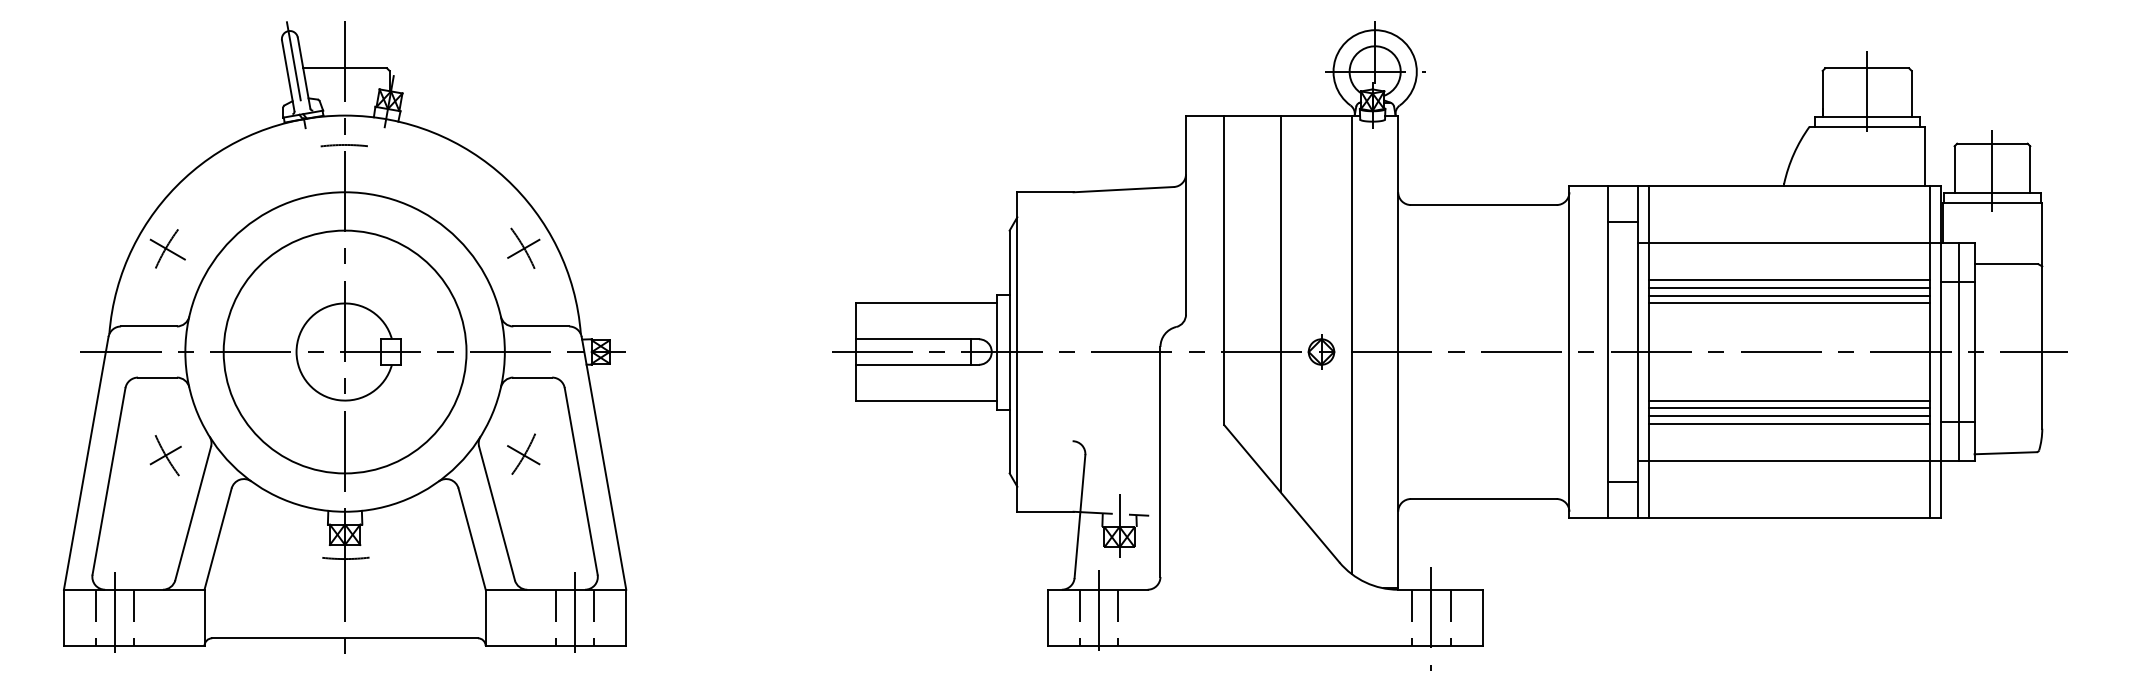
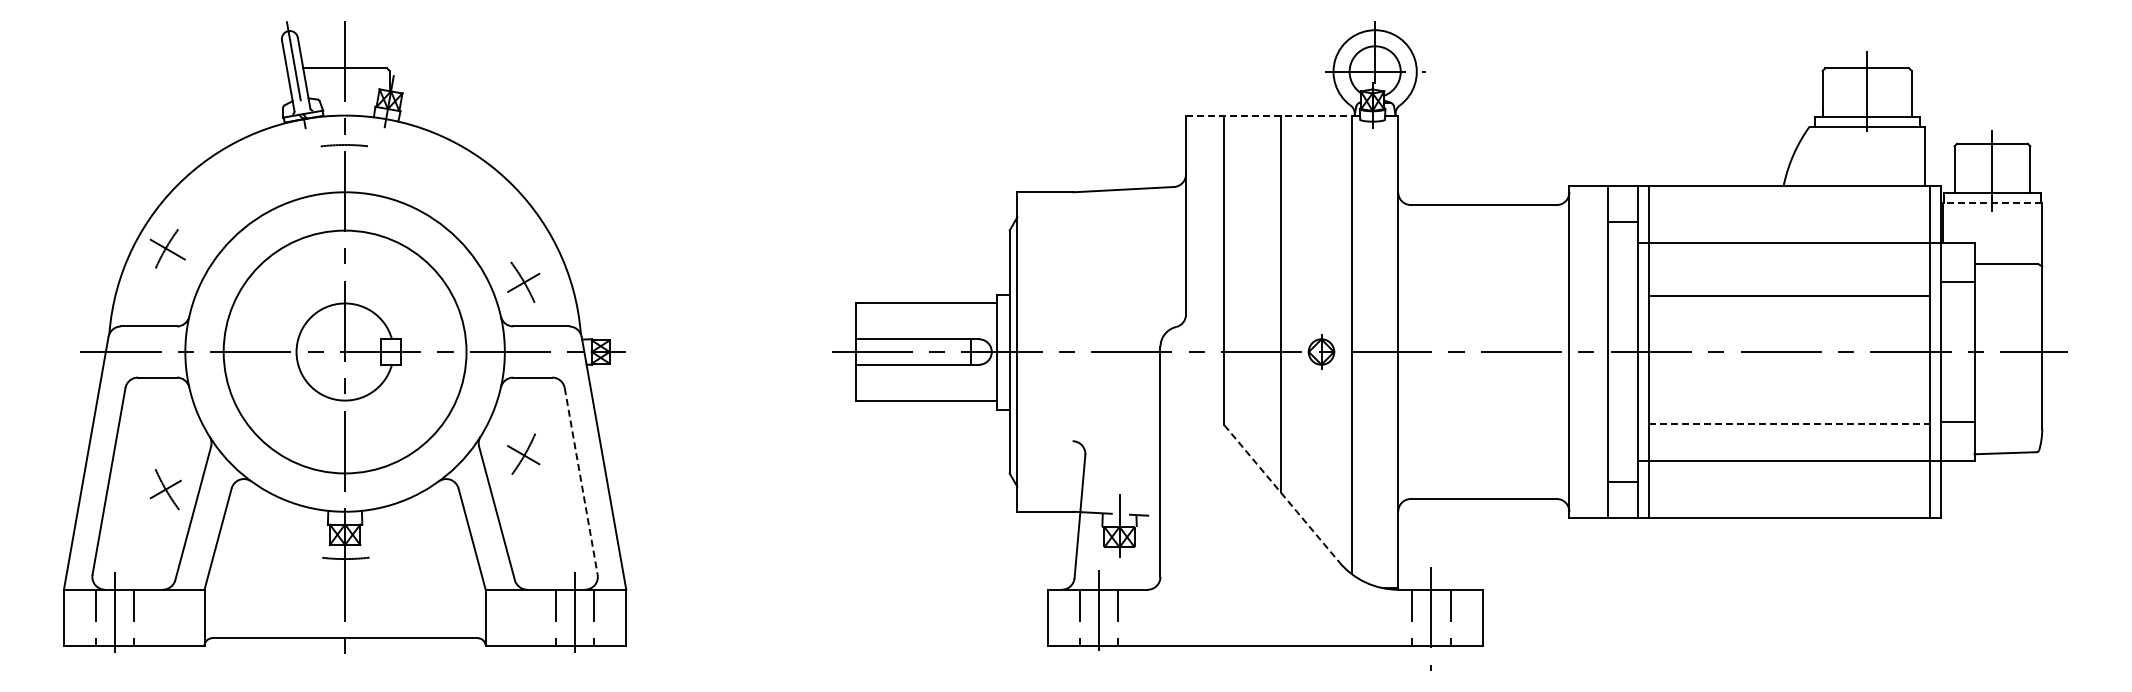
line at (1269, 115): solid -> dashed
line at (1992, 202): solid -> dashed
part at (523, 247) position: (523, 247) -> (523, 281)
line at (1788, 280): present -> none
line at (1788, 288): present -> none
line at (1788, 303): present -> none
line at (1959, 351): present -> none
line at (1788, 400): present -> none
line at (1788, 408): present -> none
line at (1788, 415): present -> none
line at (1789, 423): solid -> dashed
part at (165, 455) position: (165, 455) -> (165, 489)
line at (581, 481): solid -> dashed
line at (1282, 494): solid -> dashed
